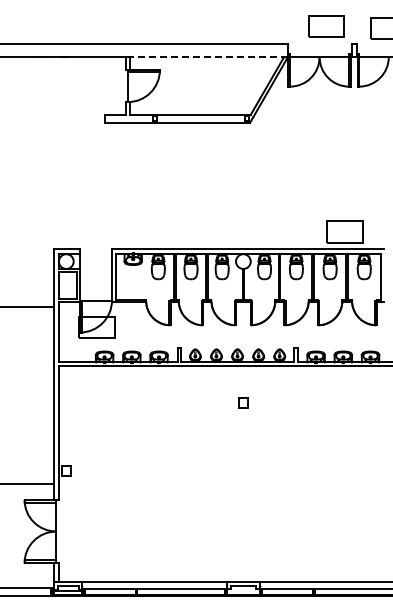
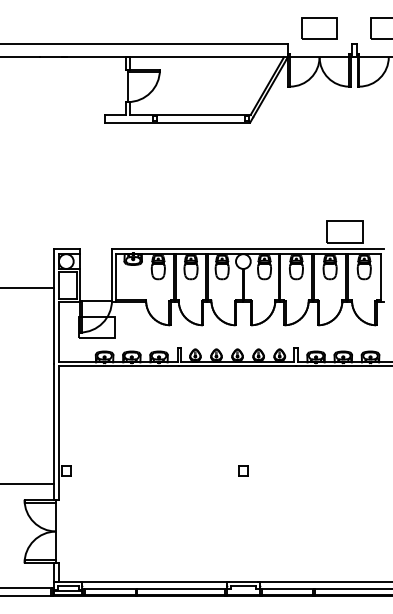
part at (326, 26) position: (326, 26) -> (319, 28)
line at (207, 57): dashed -> solid
line at (27, 306) position: (27, 306) -> (27, 287)
part at (243, 402) position: (243, 402) -> (243, 470)
